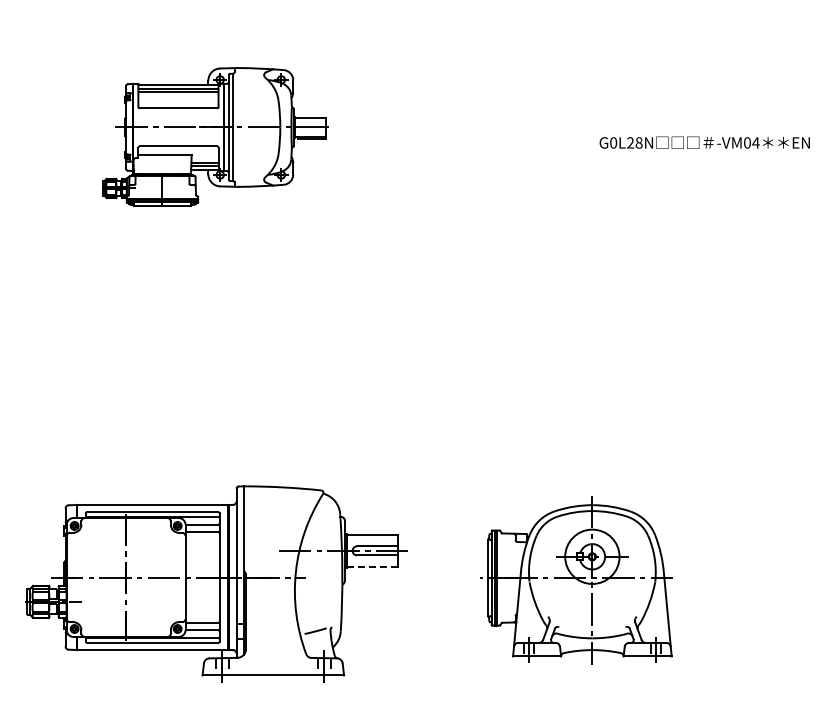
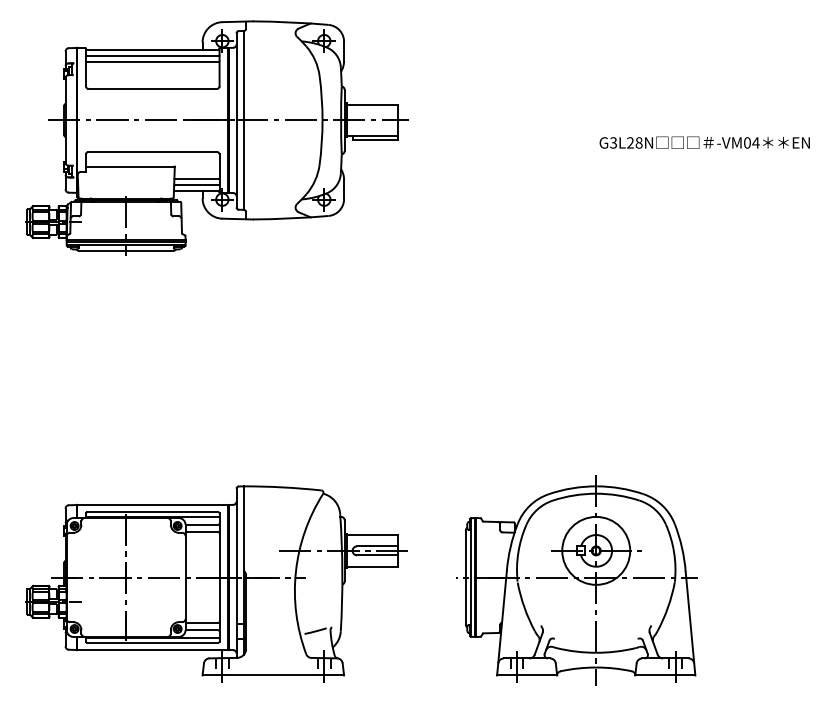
part at (215, 136) size: 227x140 px -> 384x236 px
text at (613, 142): G0L28N -> G3L28N
line at (372, 566): dashed -> solid
part at (576, 580) size: 193x169 px -> 242x211 px
